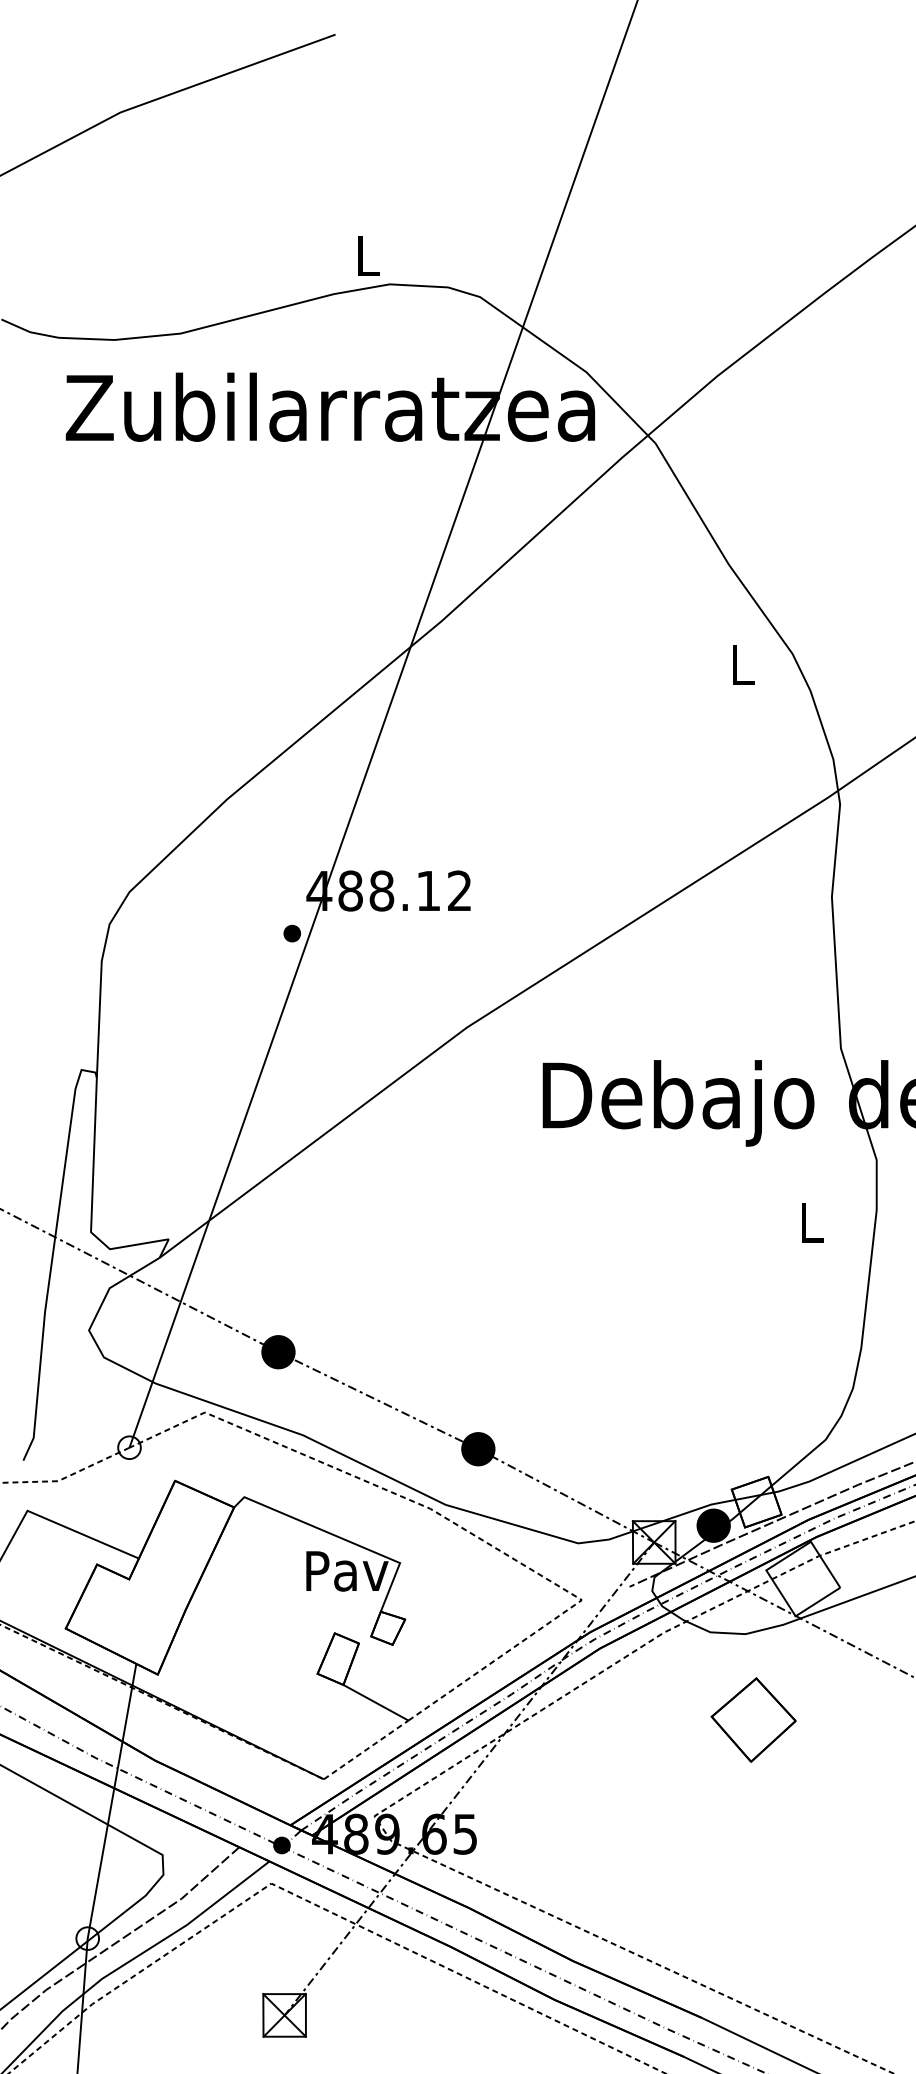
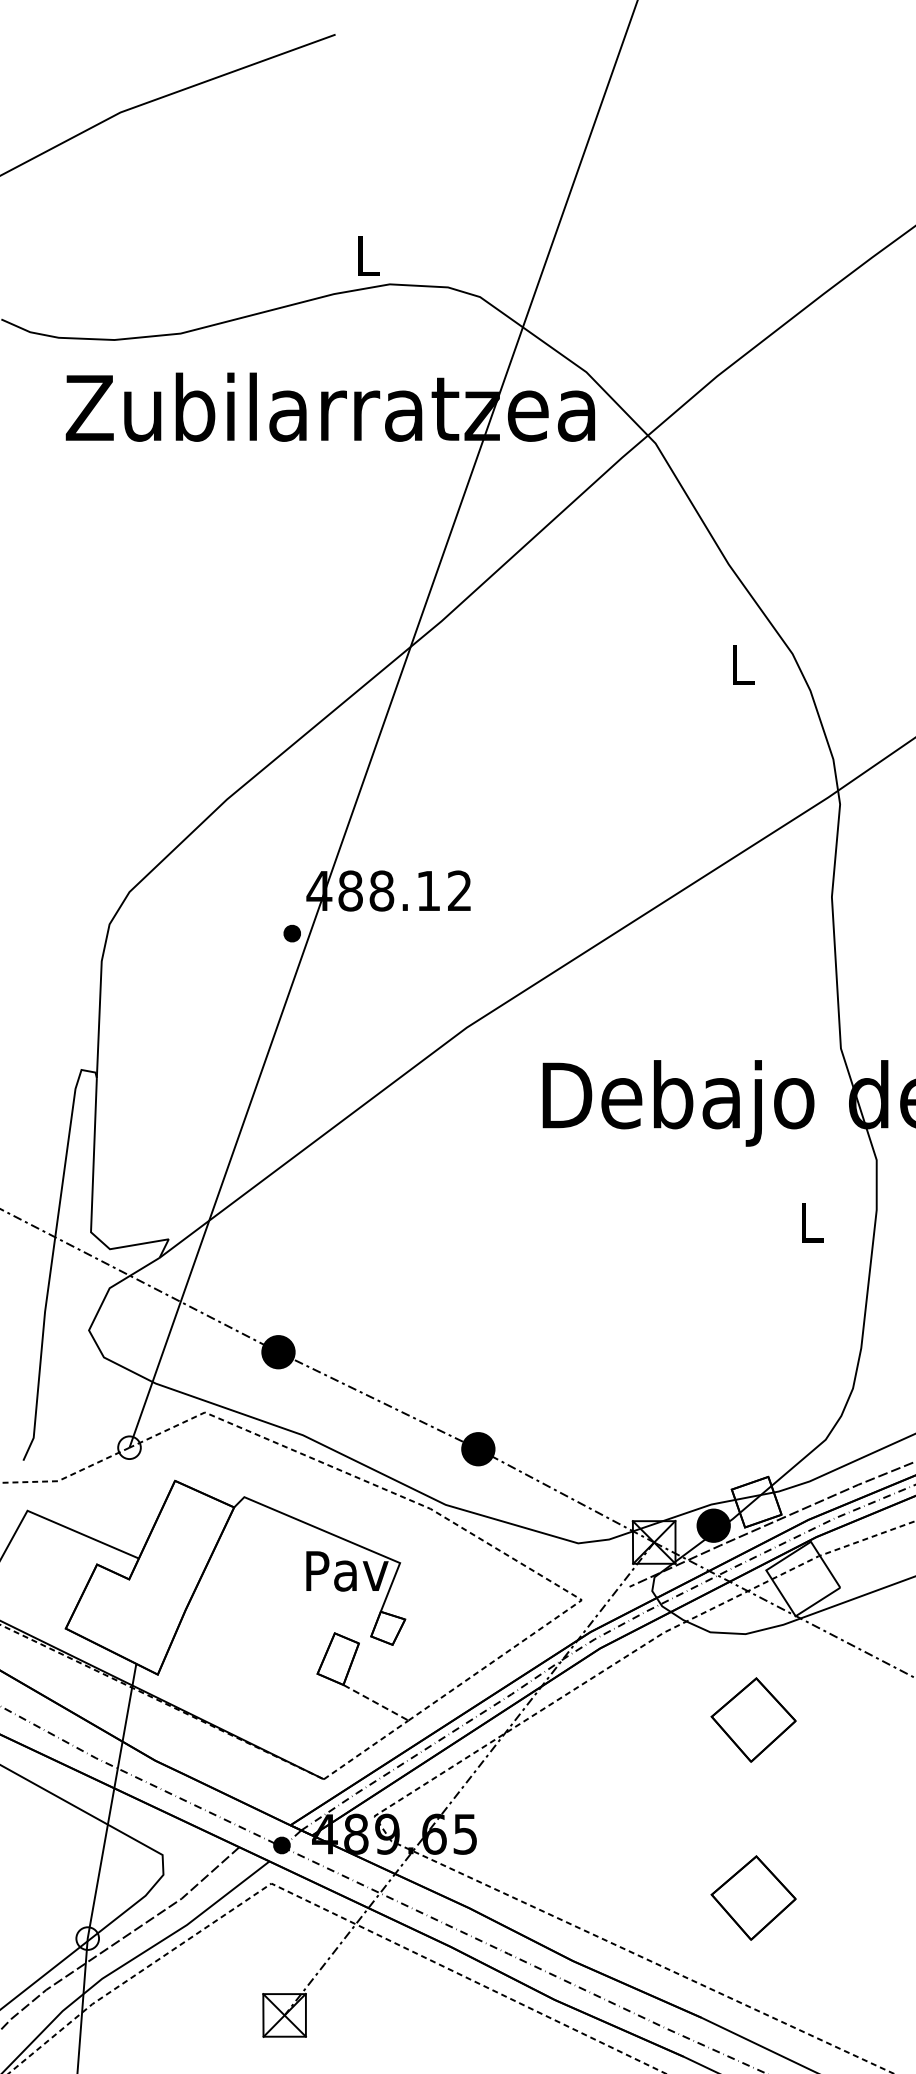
line at (376, 1703): solid -> dashed
part at (753, 1897): none -> present
